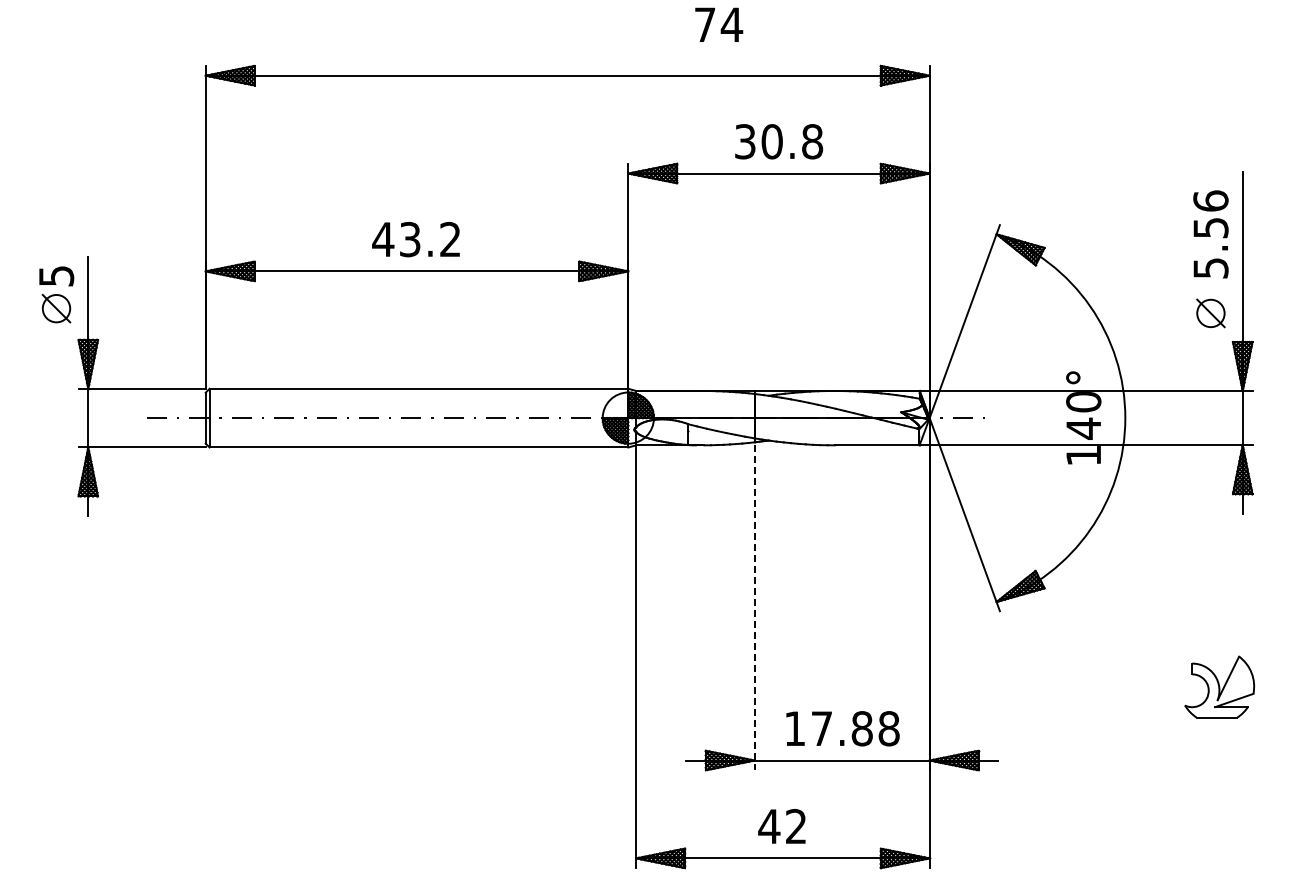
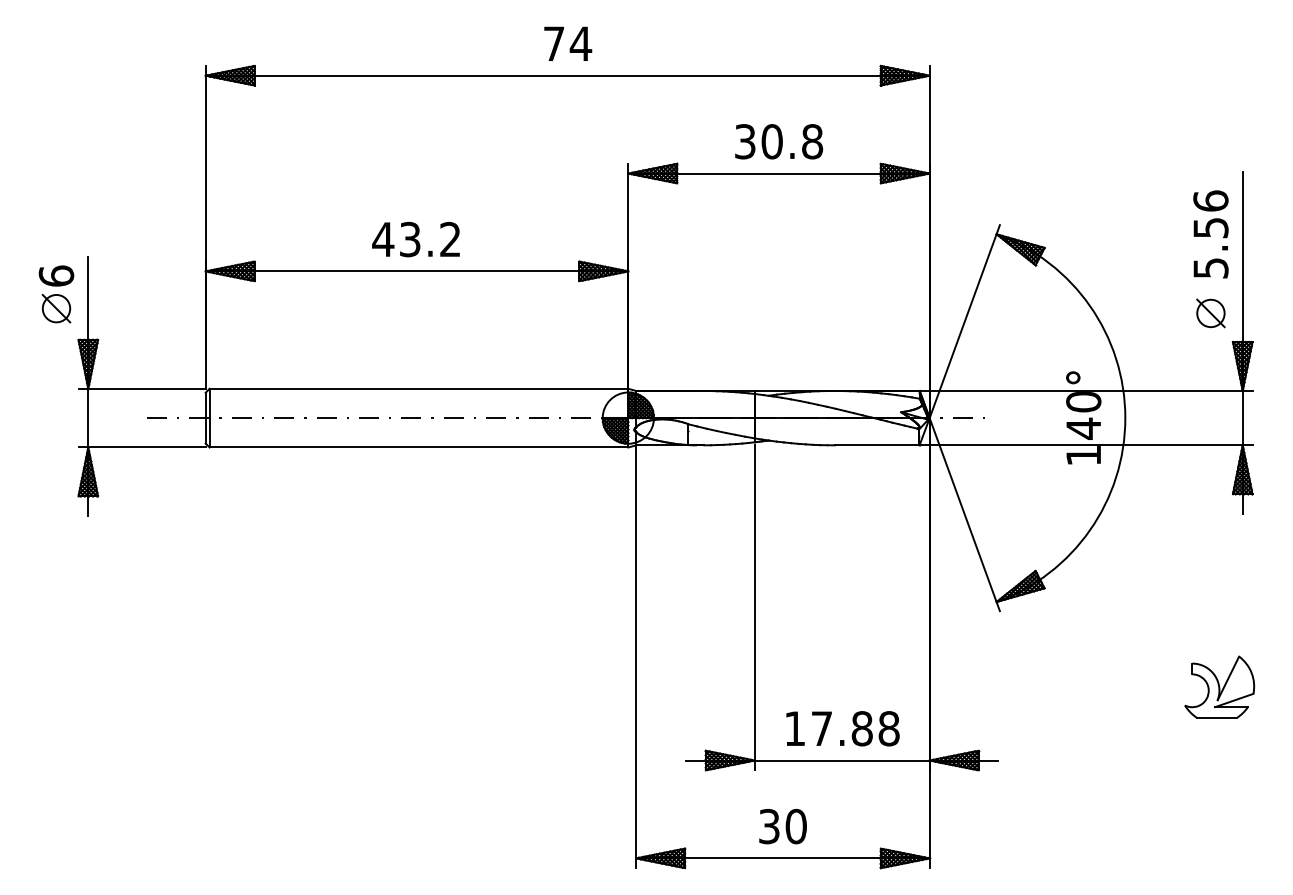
text at (719, 24) position: (719, 24) -> (568, 43)
text at (56, 275): 5 -> 6
line at (754, 608): dashed -> solid
text at (782, 826): 42 -> 30
